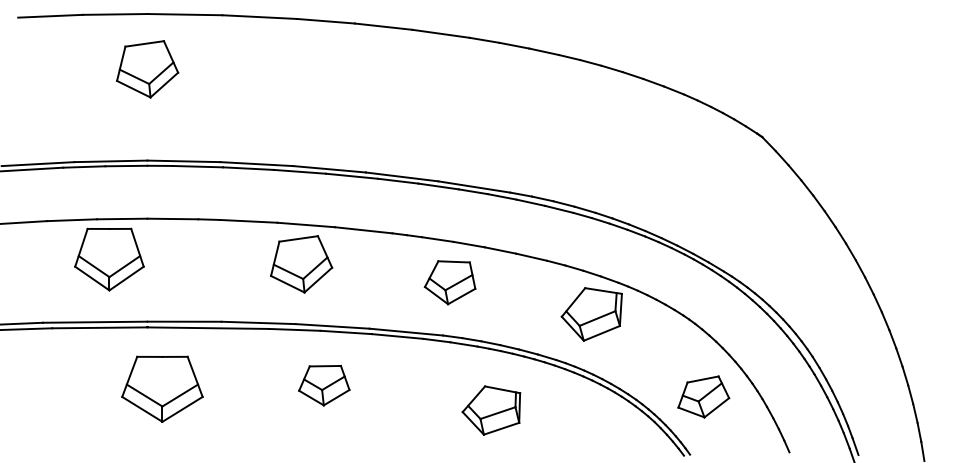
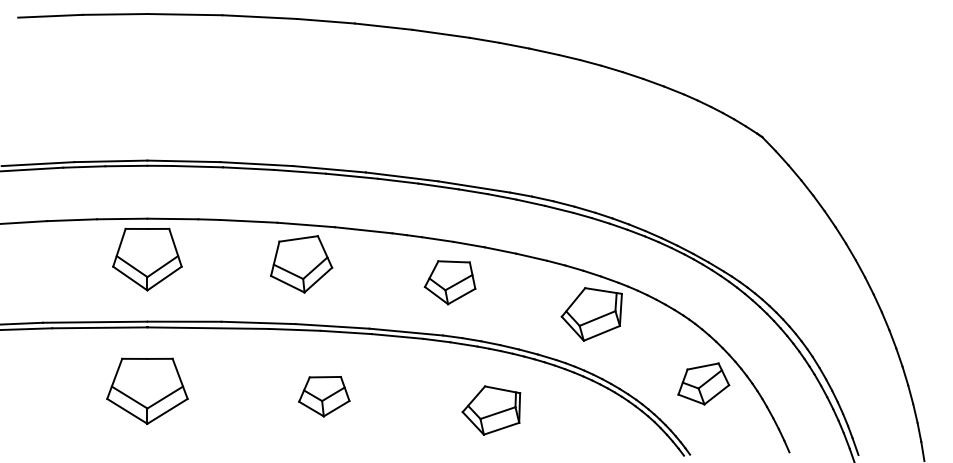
part at (147, 69): present -> none
part at (109, 259) position: (109, 259) -> (147, 259)
part at (324, 385) position: (324, 385) -> (324, 396)
part at (162, 388) position: (162, 388) -> (147, 390)
part at (703, 396) position: (703, 396) -> (703, 383)
